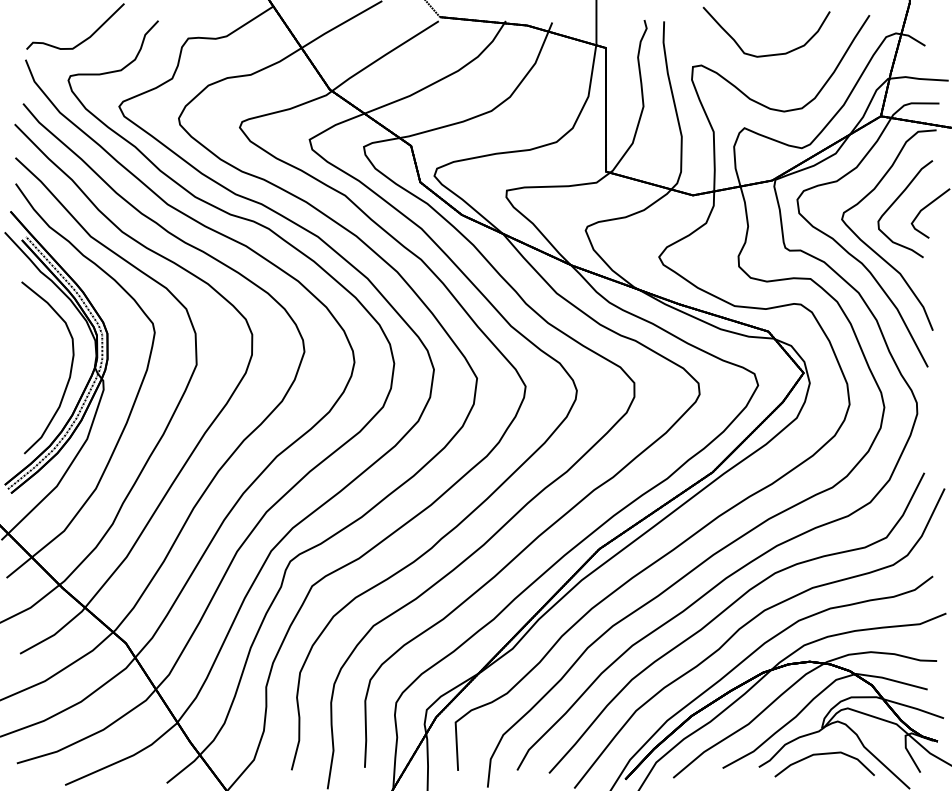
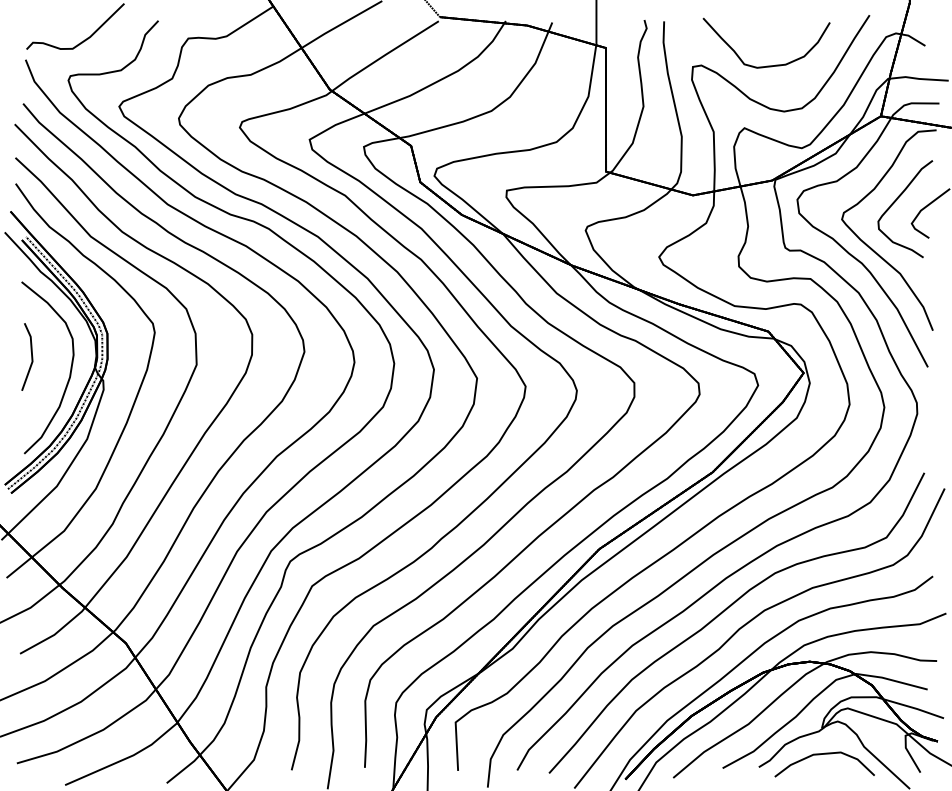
curve at (766, 54) position: (766, 54) -> (766, 65)
part at (27, 356): none -> present
